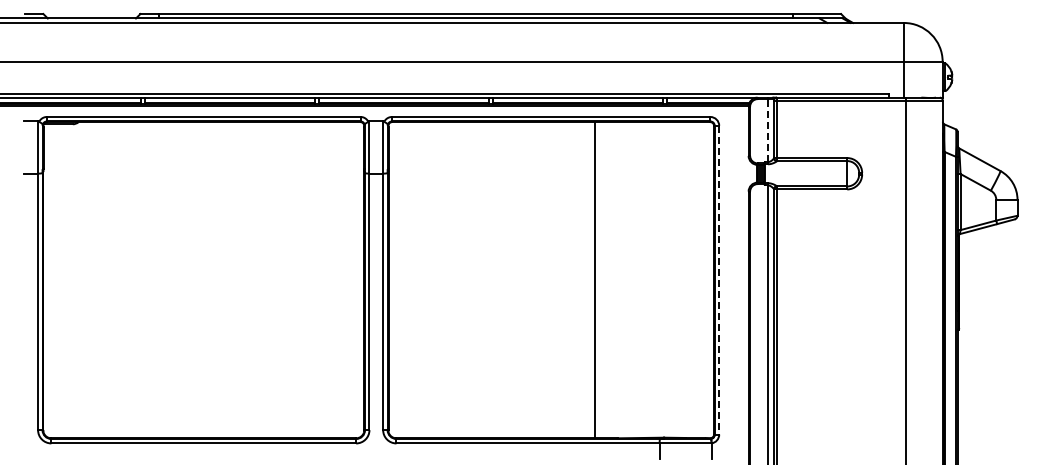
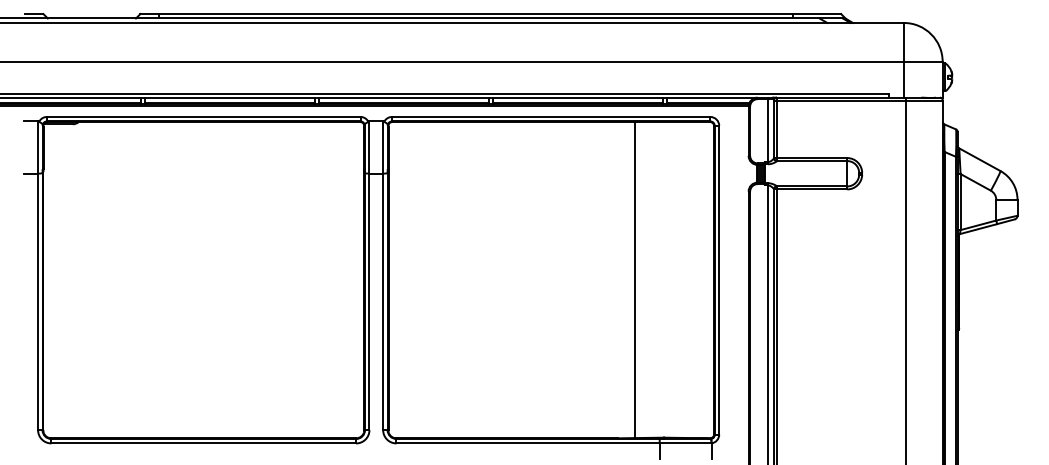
line at (768, 130): dashed -> solid
line at (594, 280) position: (594, 280) -> (634, 280)
line at (719, 280): dashed -> solid
